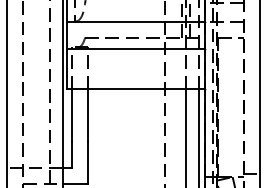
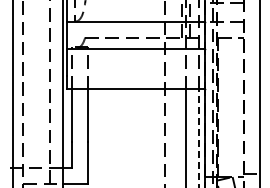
line at (7, 93) position: (7, 93) -> (13, 93)
line at (199, 138): solid -> dashed
